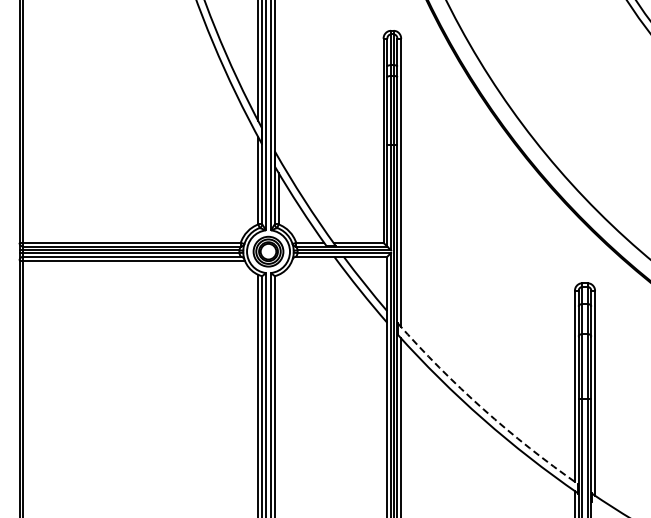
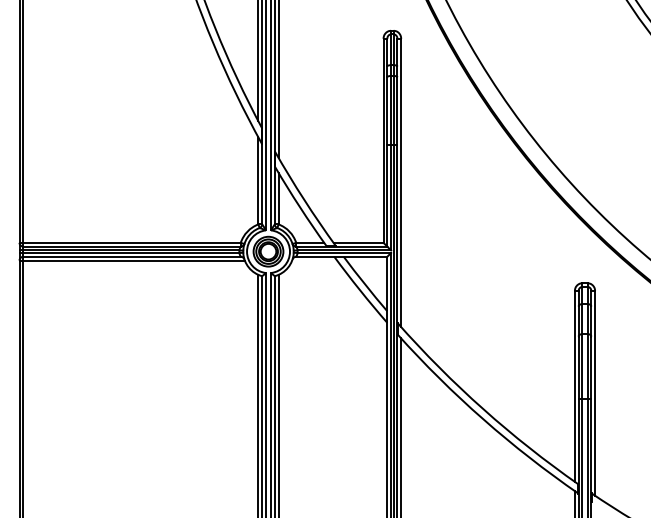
line at (278, 79): none -> present
line at (278, 394): none -> present
arc at (483, 409): dashed -> solid
